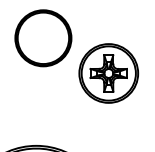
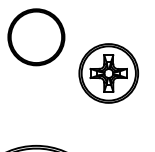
part at (43, 38) position: (43, 38) -> (36, 37)
